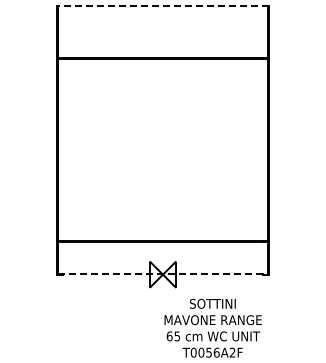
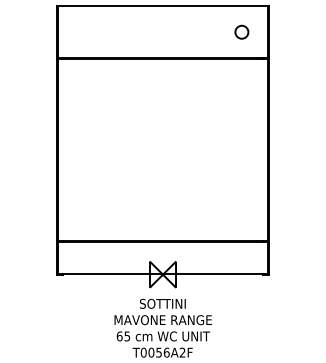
line at (162, 6): dashed -> solid
circle at (241, 31): none -> present
line at (163, 274): dashed -> solid
text at (212, 327) position: (212, 327) -> (162, 327)
